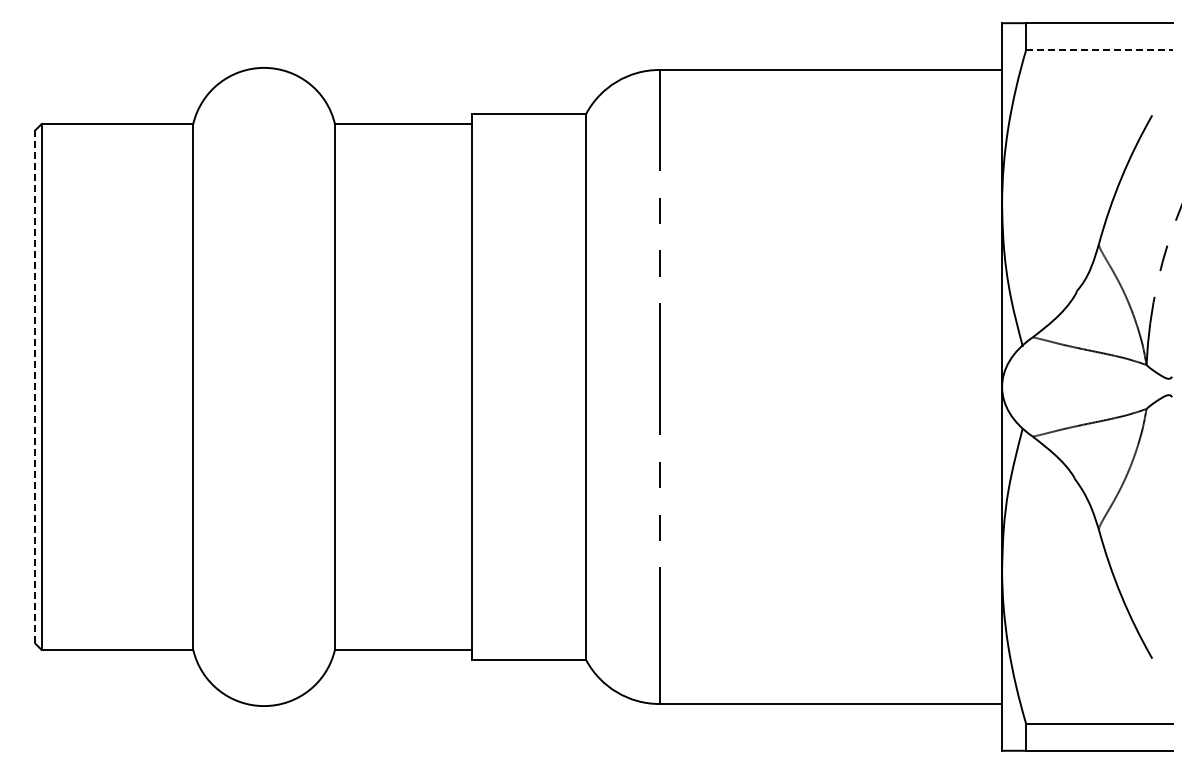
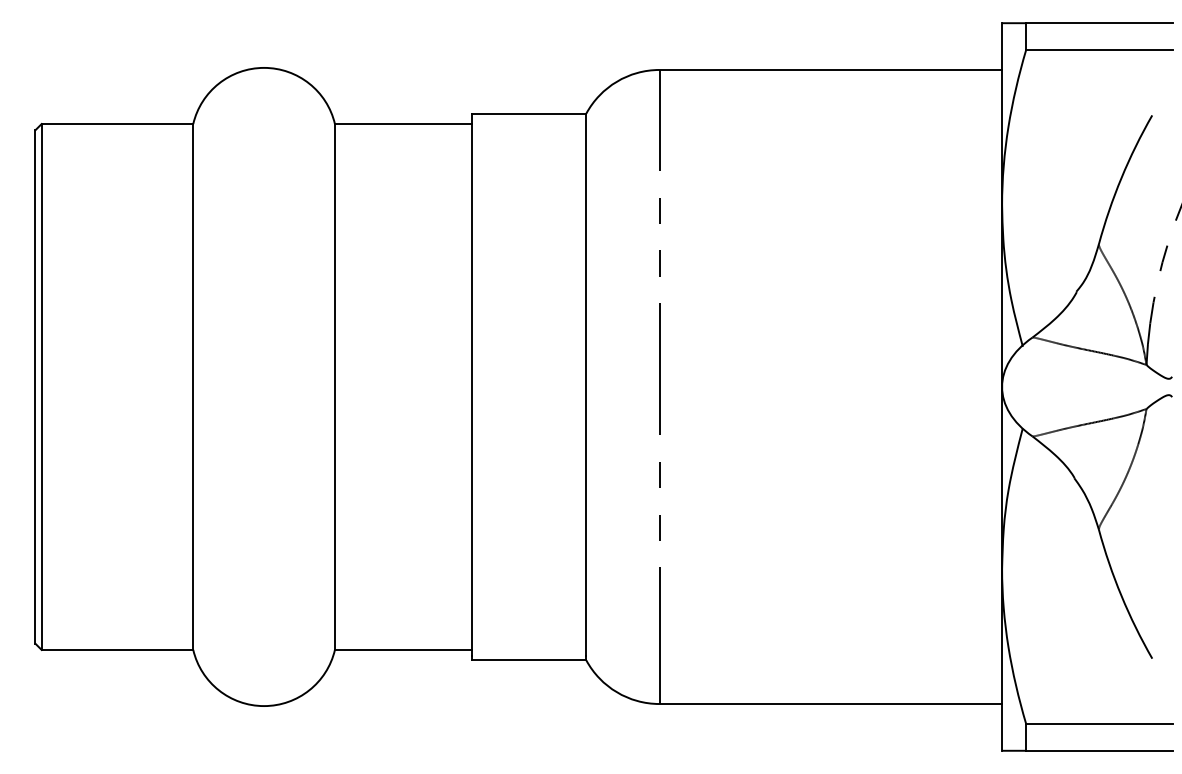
line at (1099, 50): dashed -> solid
line at (35, 386): dashed -> solid
